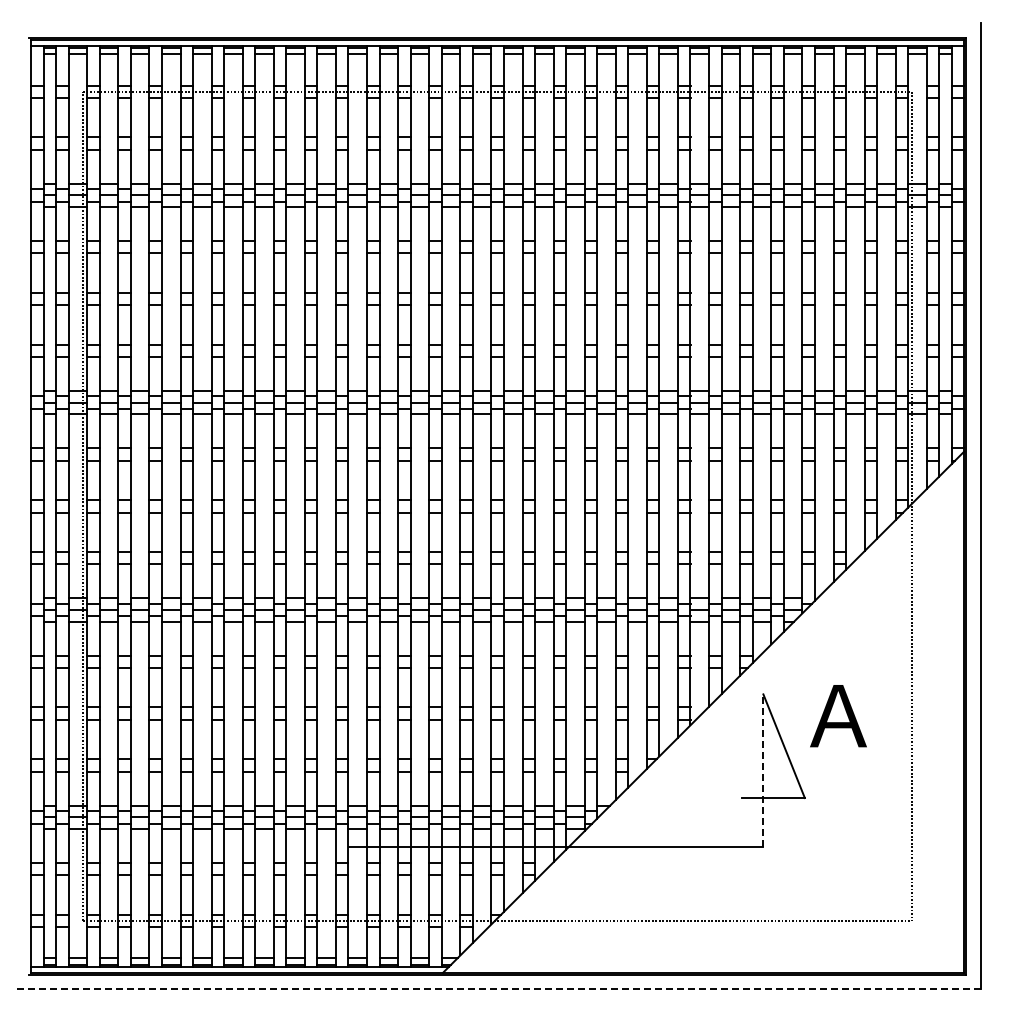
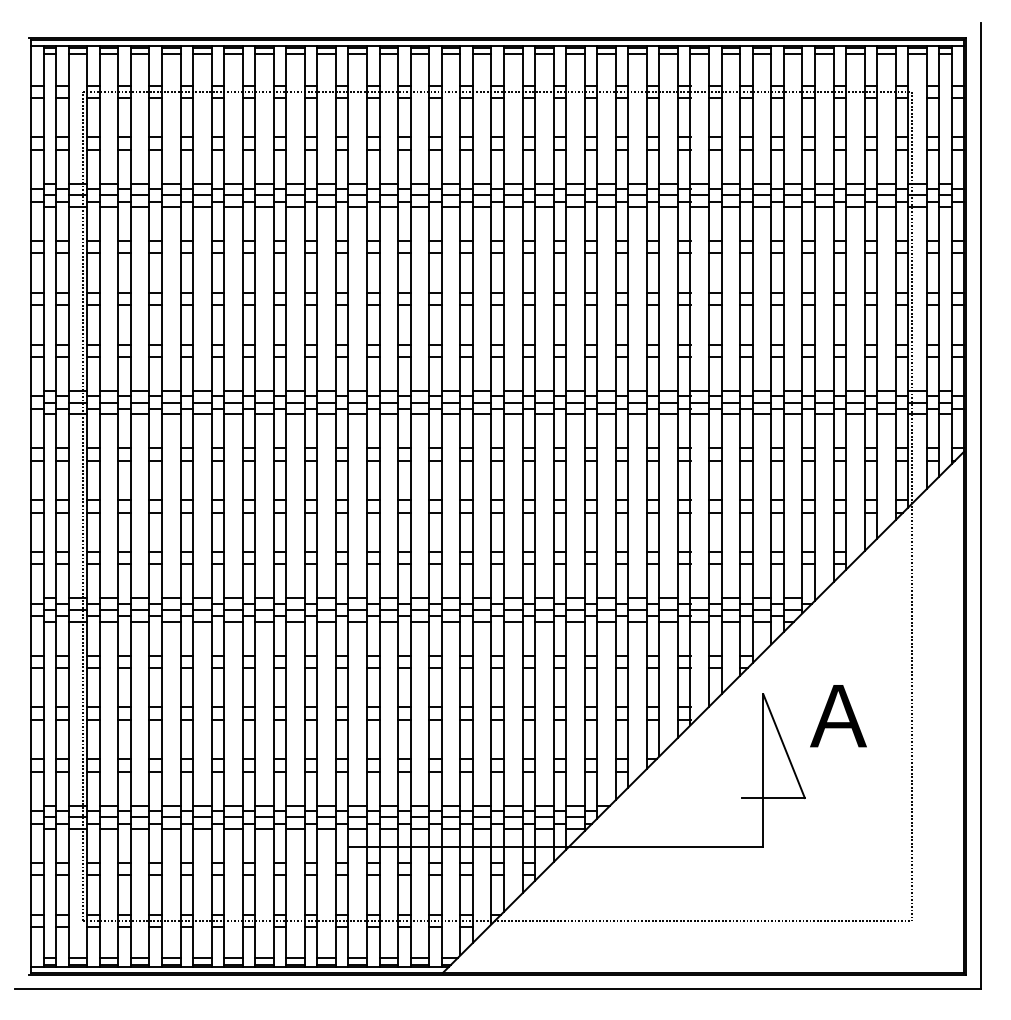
line at (763, 770): dashed -> solid
line at (497, 989): dashed -> solid
